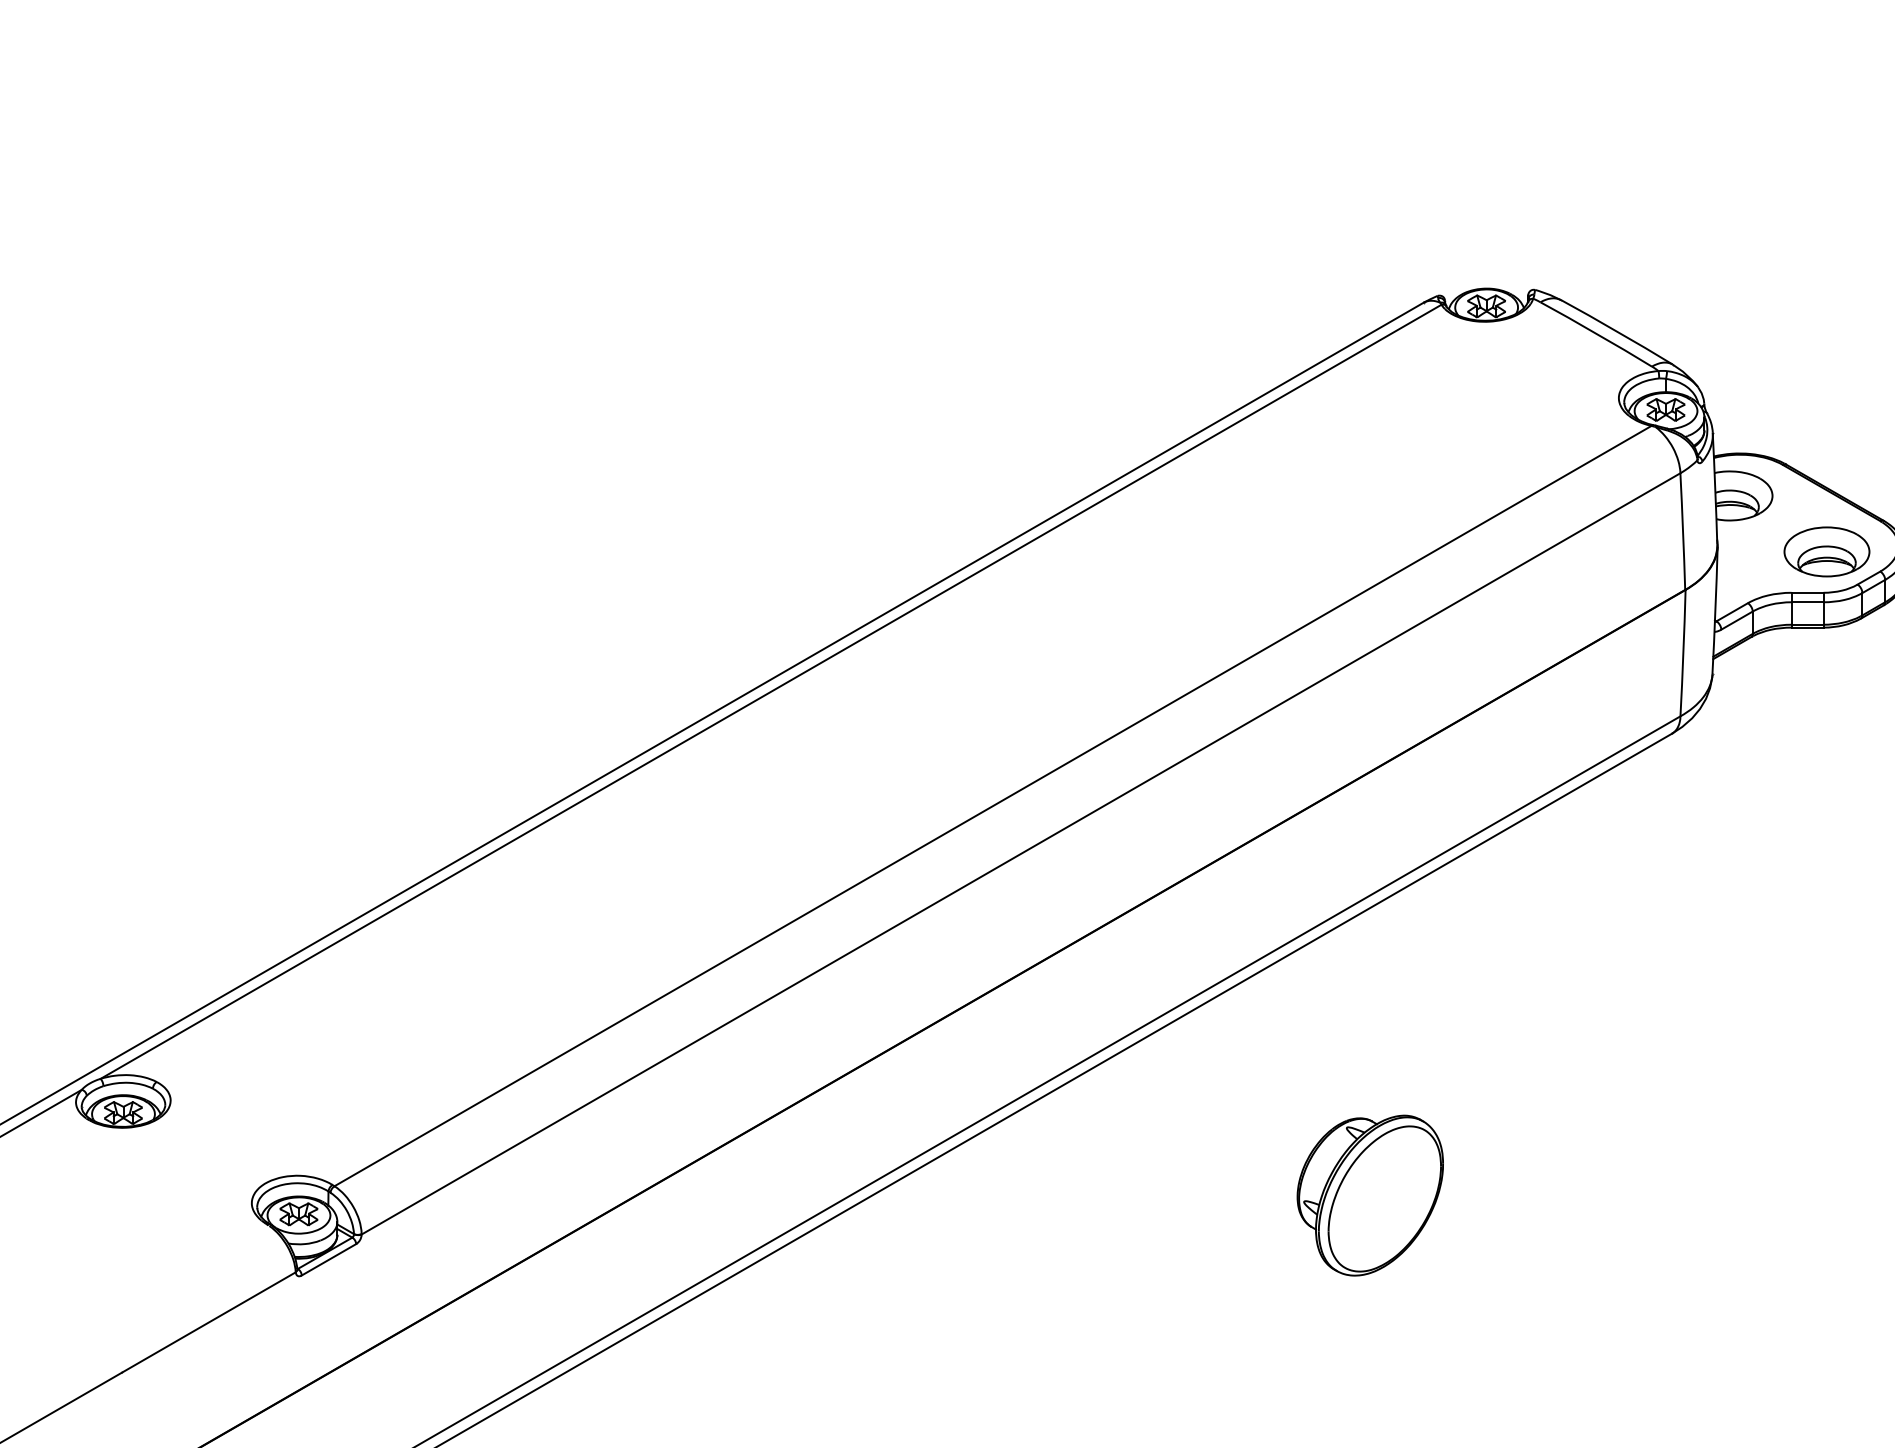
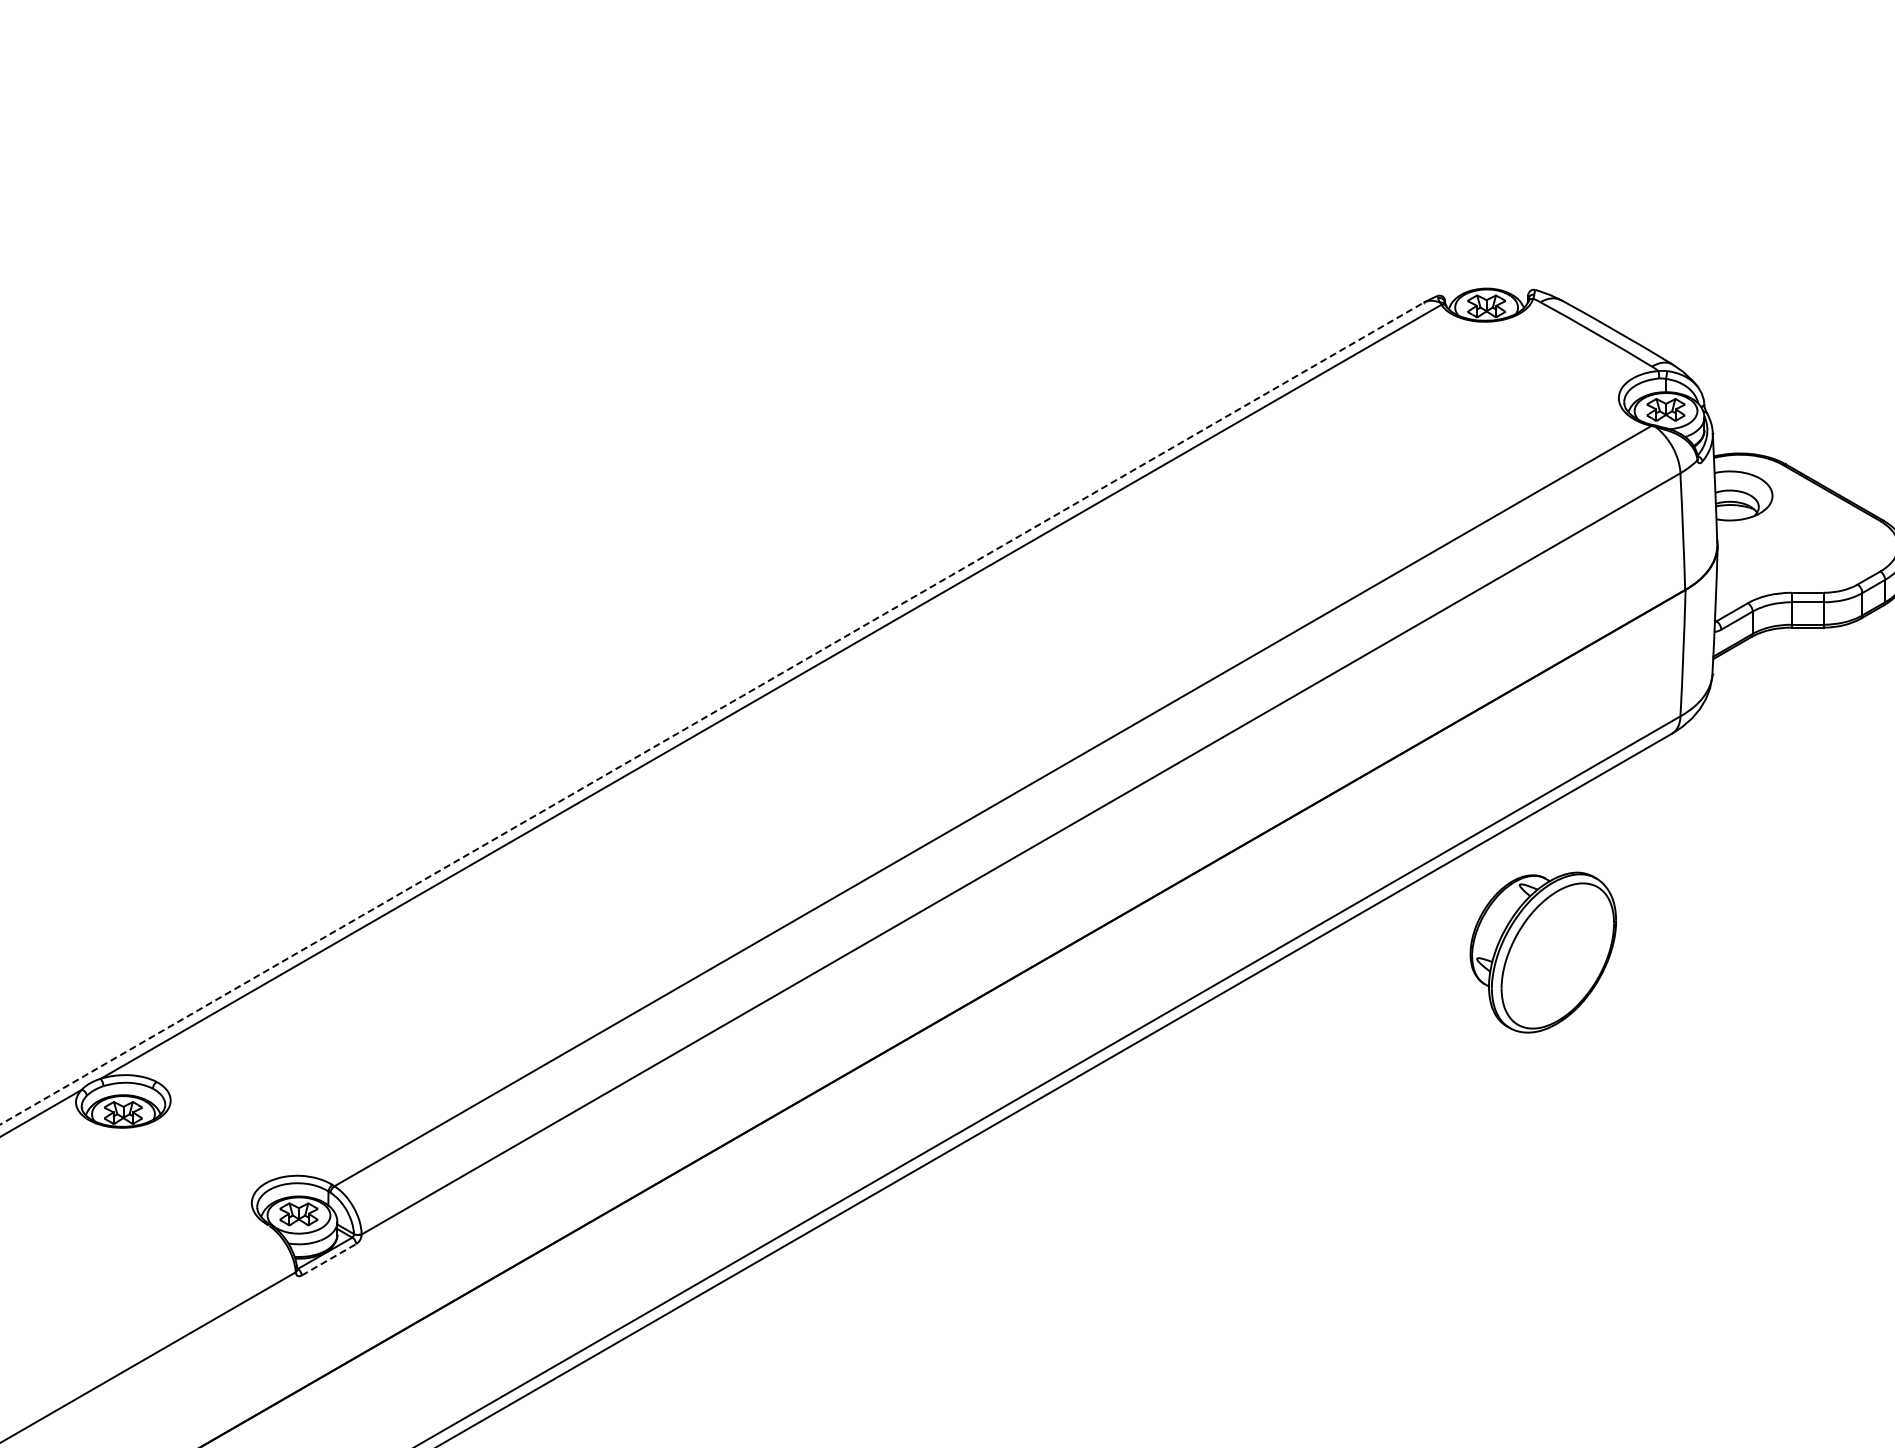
part at (1826, 551): present -> none
line at (712, 713): solid -> dashed
part at (1369, 1195) position: (1369, 1195) -> (1542, 952)
line at (329, 1259): solid -> dashed
